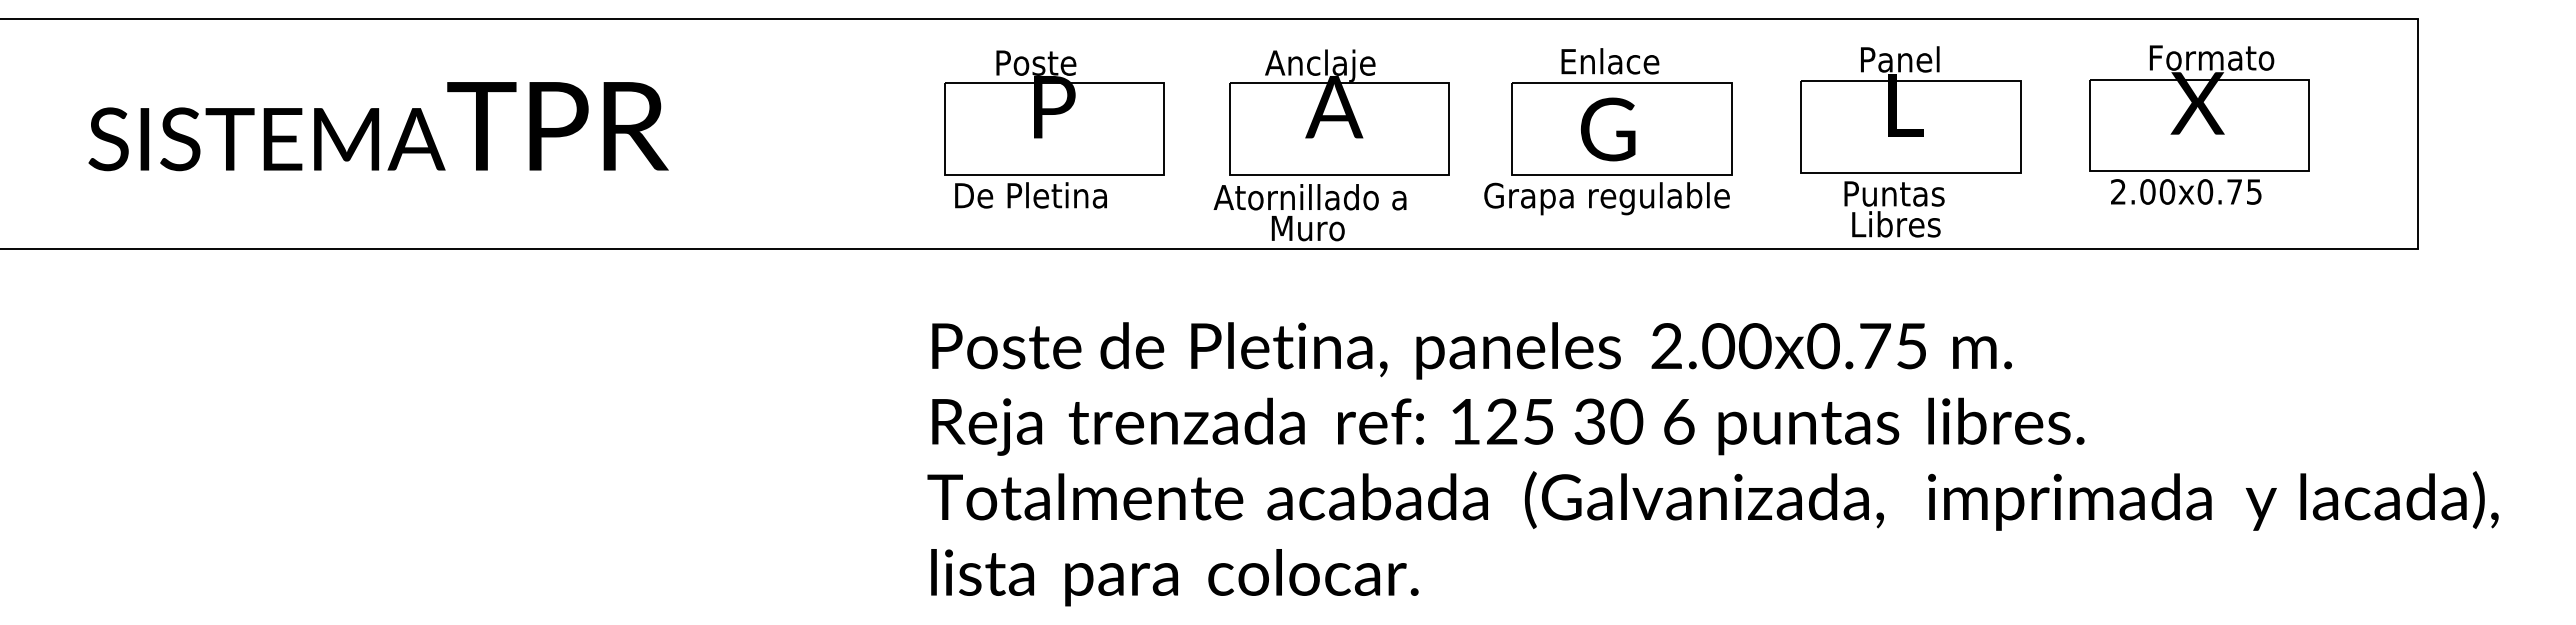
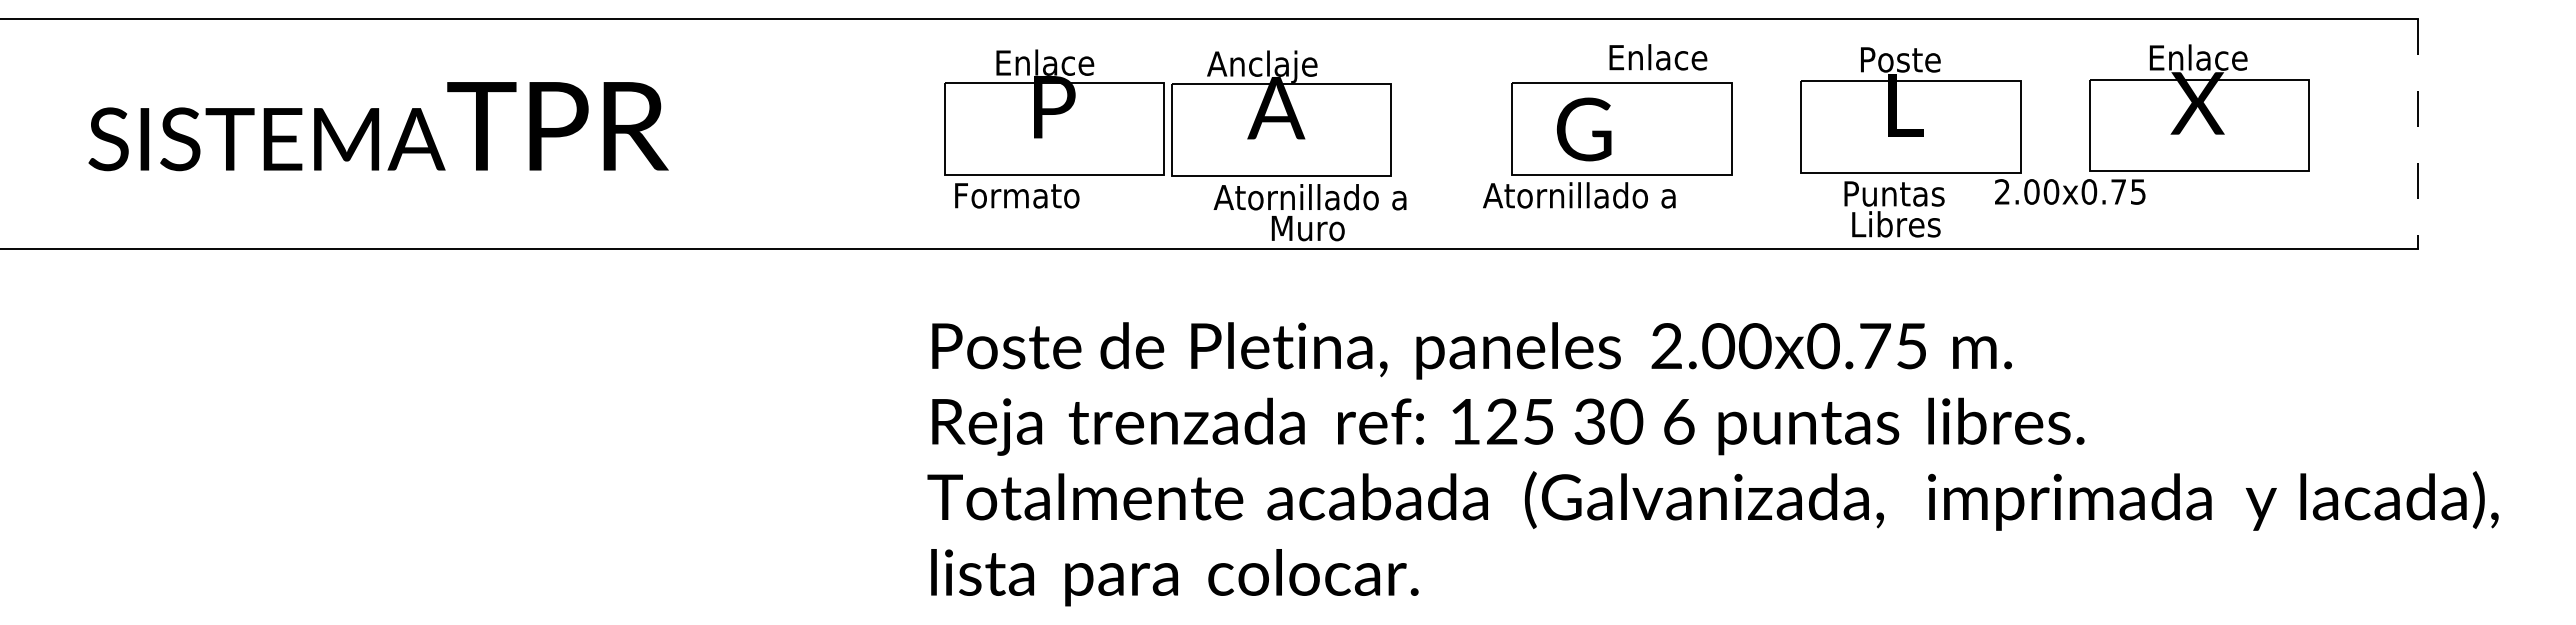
text at (2213, 57): Formato -> Enlace
text at (1909, 59): Panel -> Poste
text at (1610, 61) position: (1610, 61) -> (1658, 57)
text at (1046, 62): Poste -> Enlace
part at (1339, 112) position: (1339, 112) -> (1281, 113)
text at (1608, 129) position: (1608, 129) -> (1584, 129)
line at (2417, 133): solid -> dashed
text at (2186, 191) position: (2186, 191) -> (2070, 191)
text at (1032, 195): De Pletina -> Formato
text at (1606, 198): Grapa regulable -> Atornillado a
